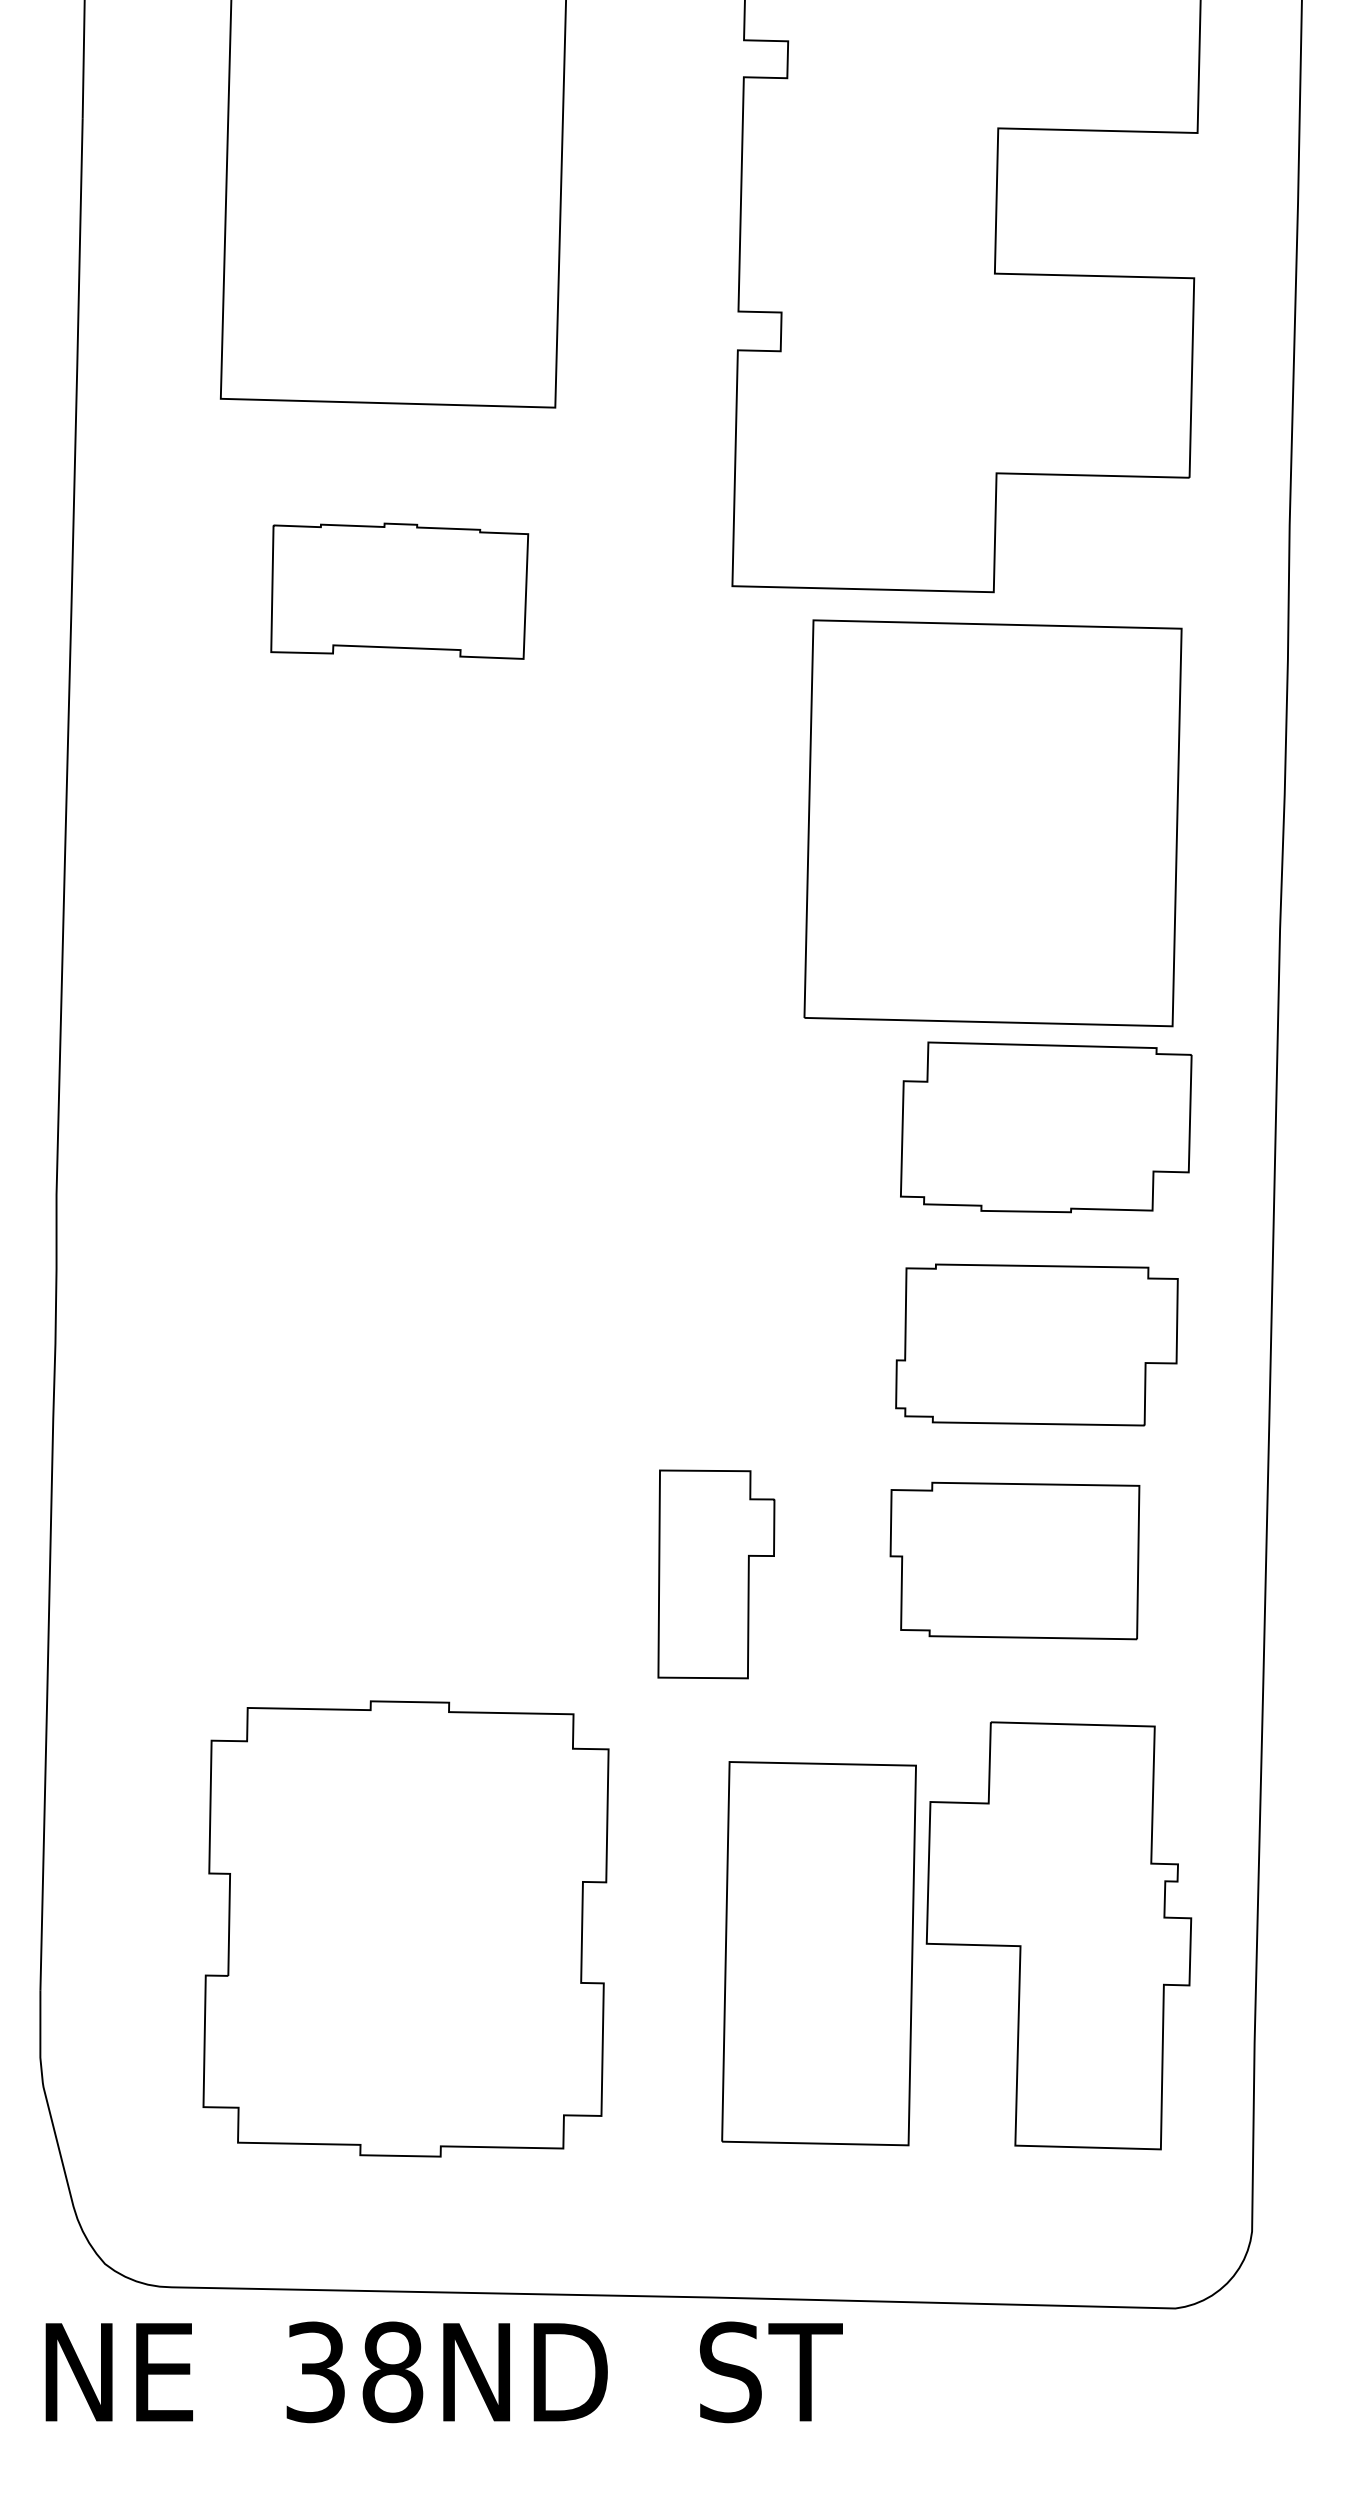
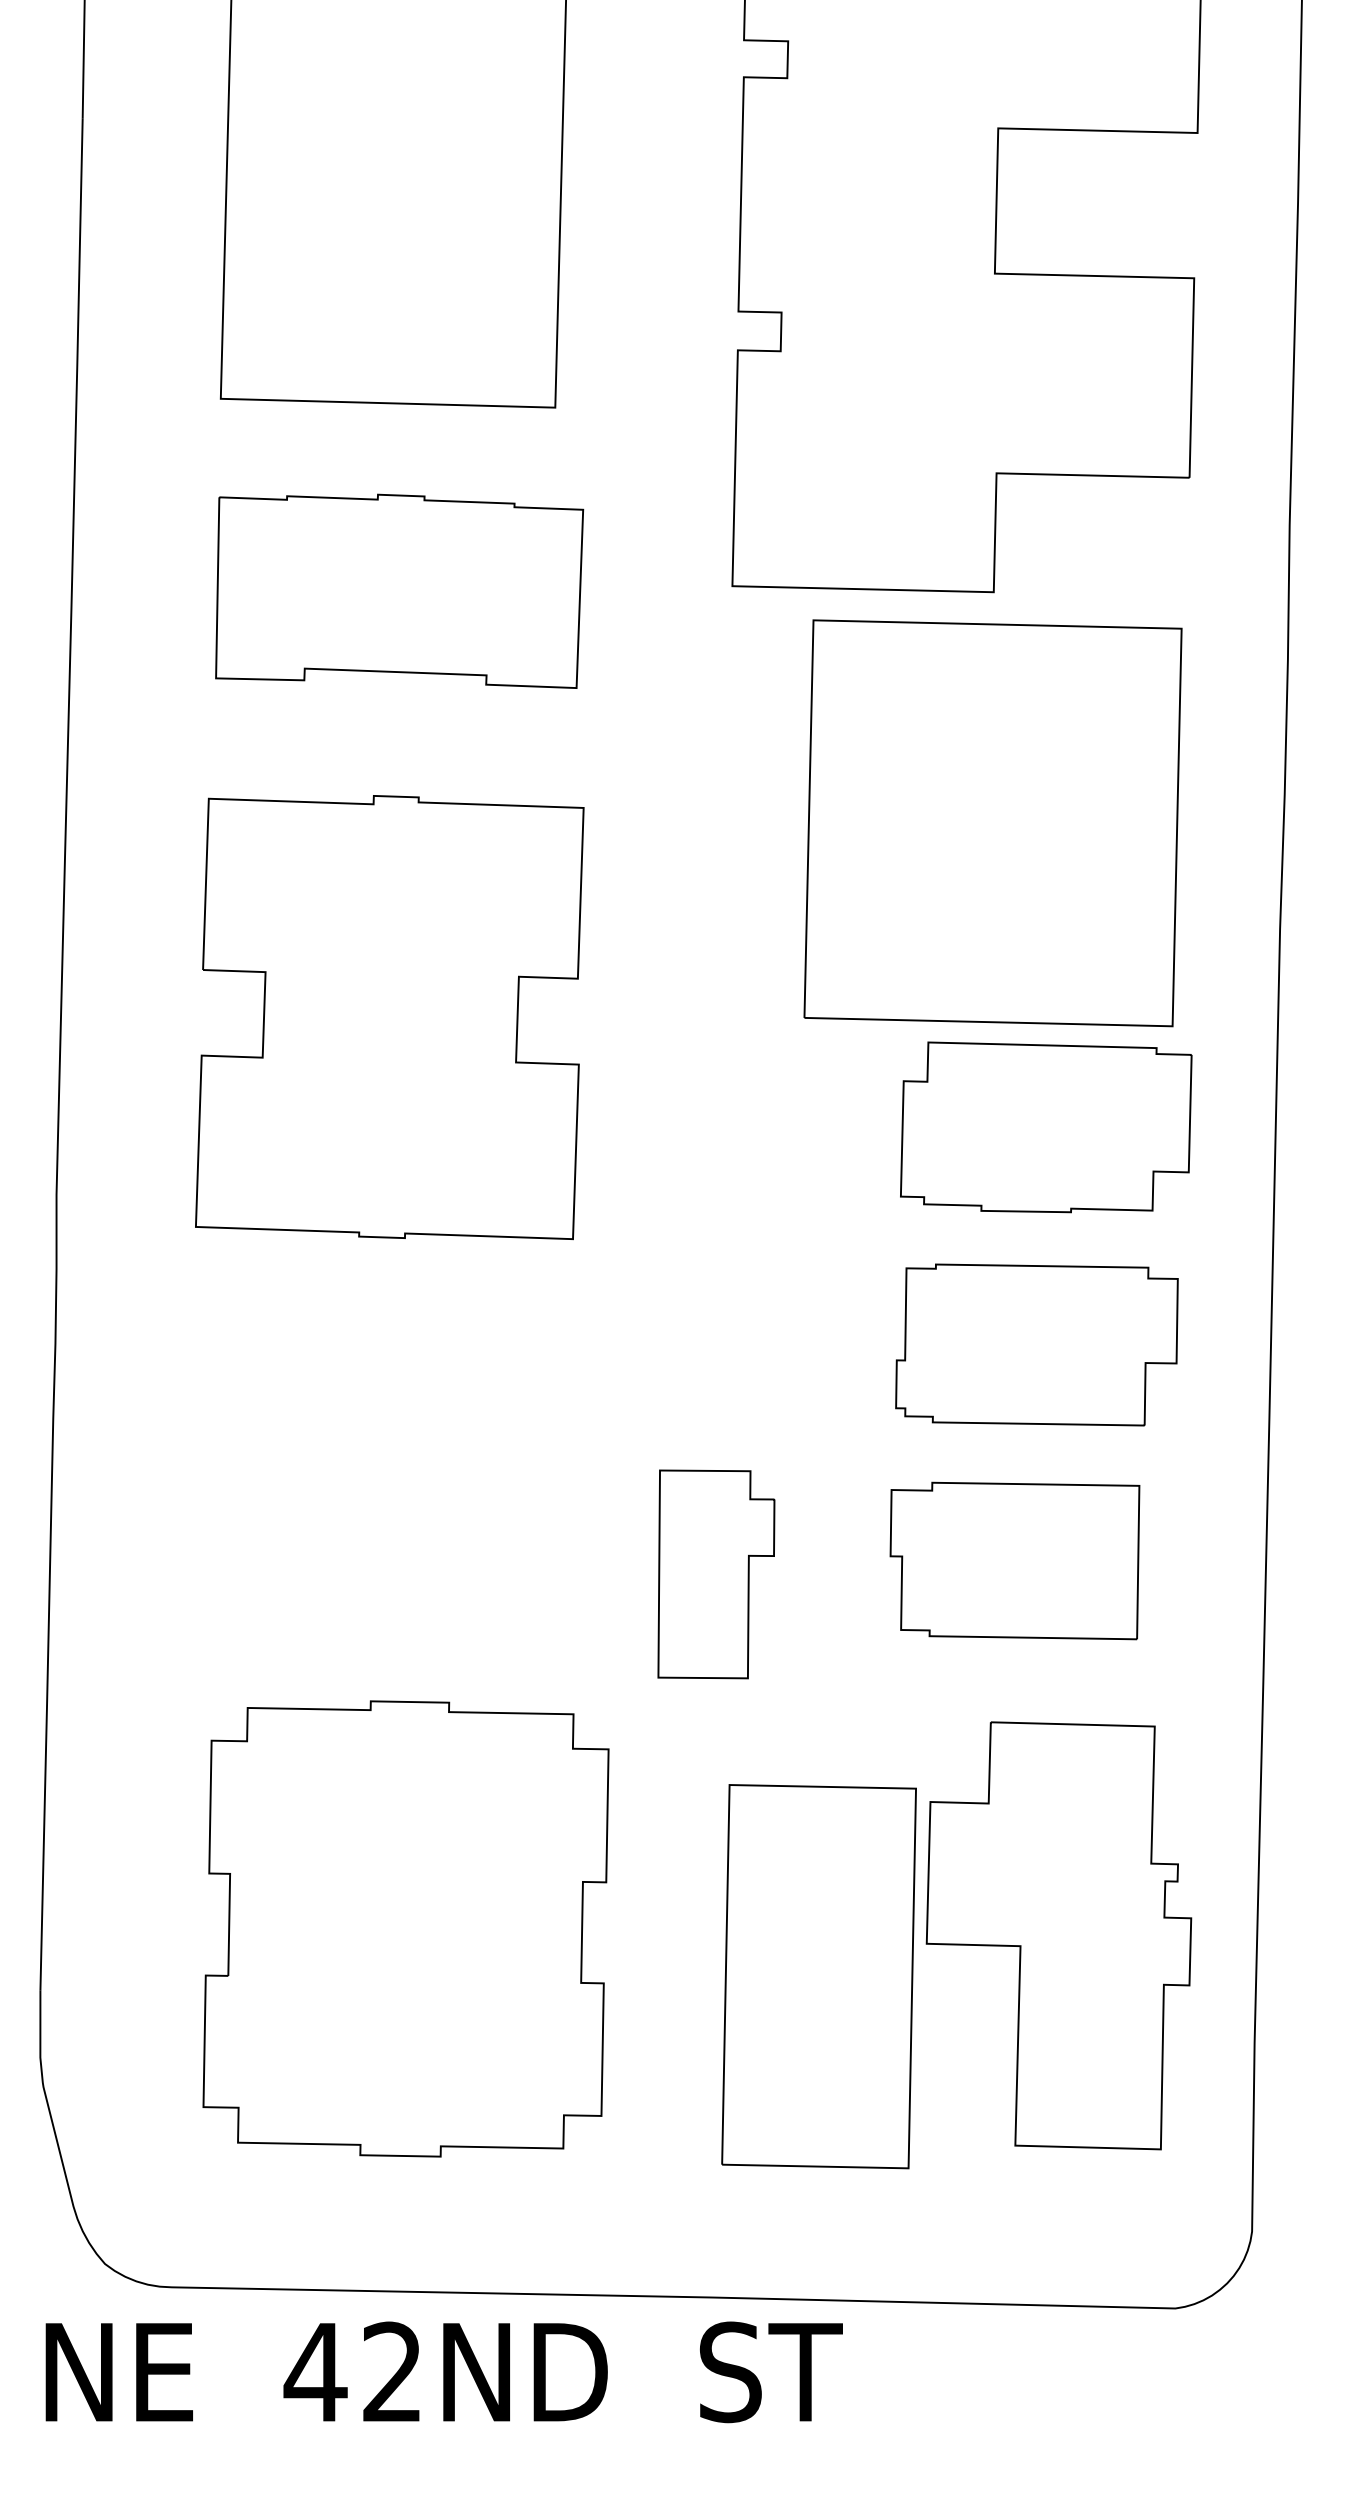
part at (399, 590) size: 260x138 px -> 370x196 px
part at (389, 1017): none -> present
part at (818, 1953) position: (818, 1953) -> (818, 1976)
text at (353, 2372): 38ND -> 42ND
